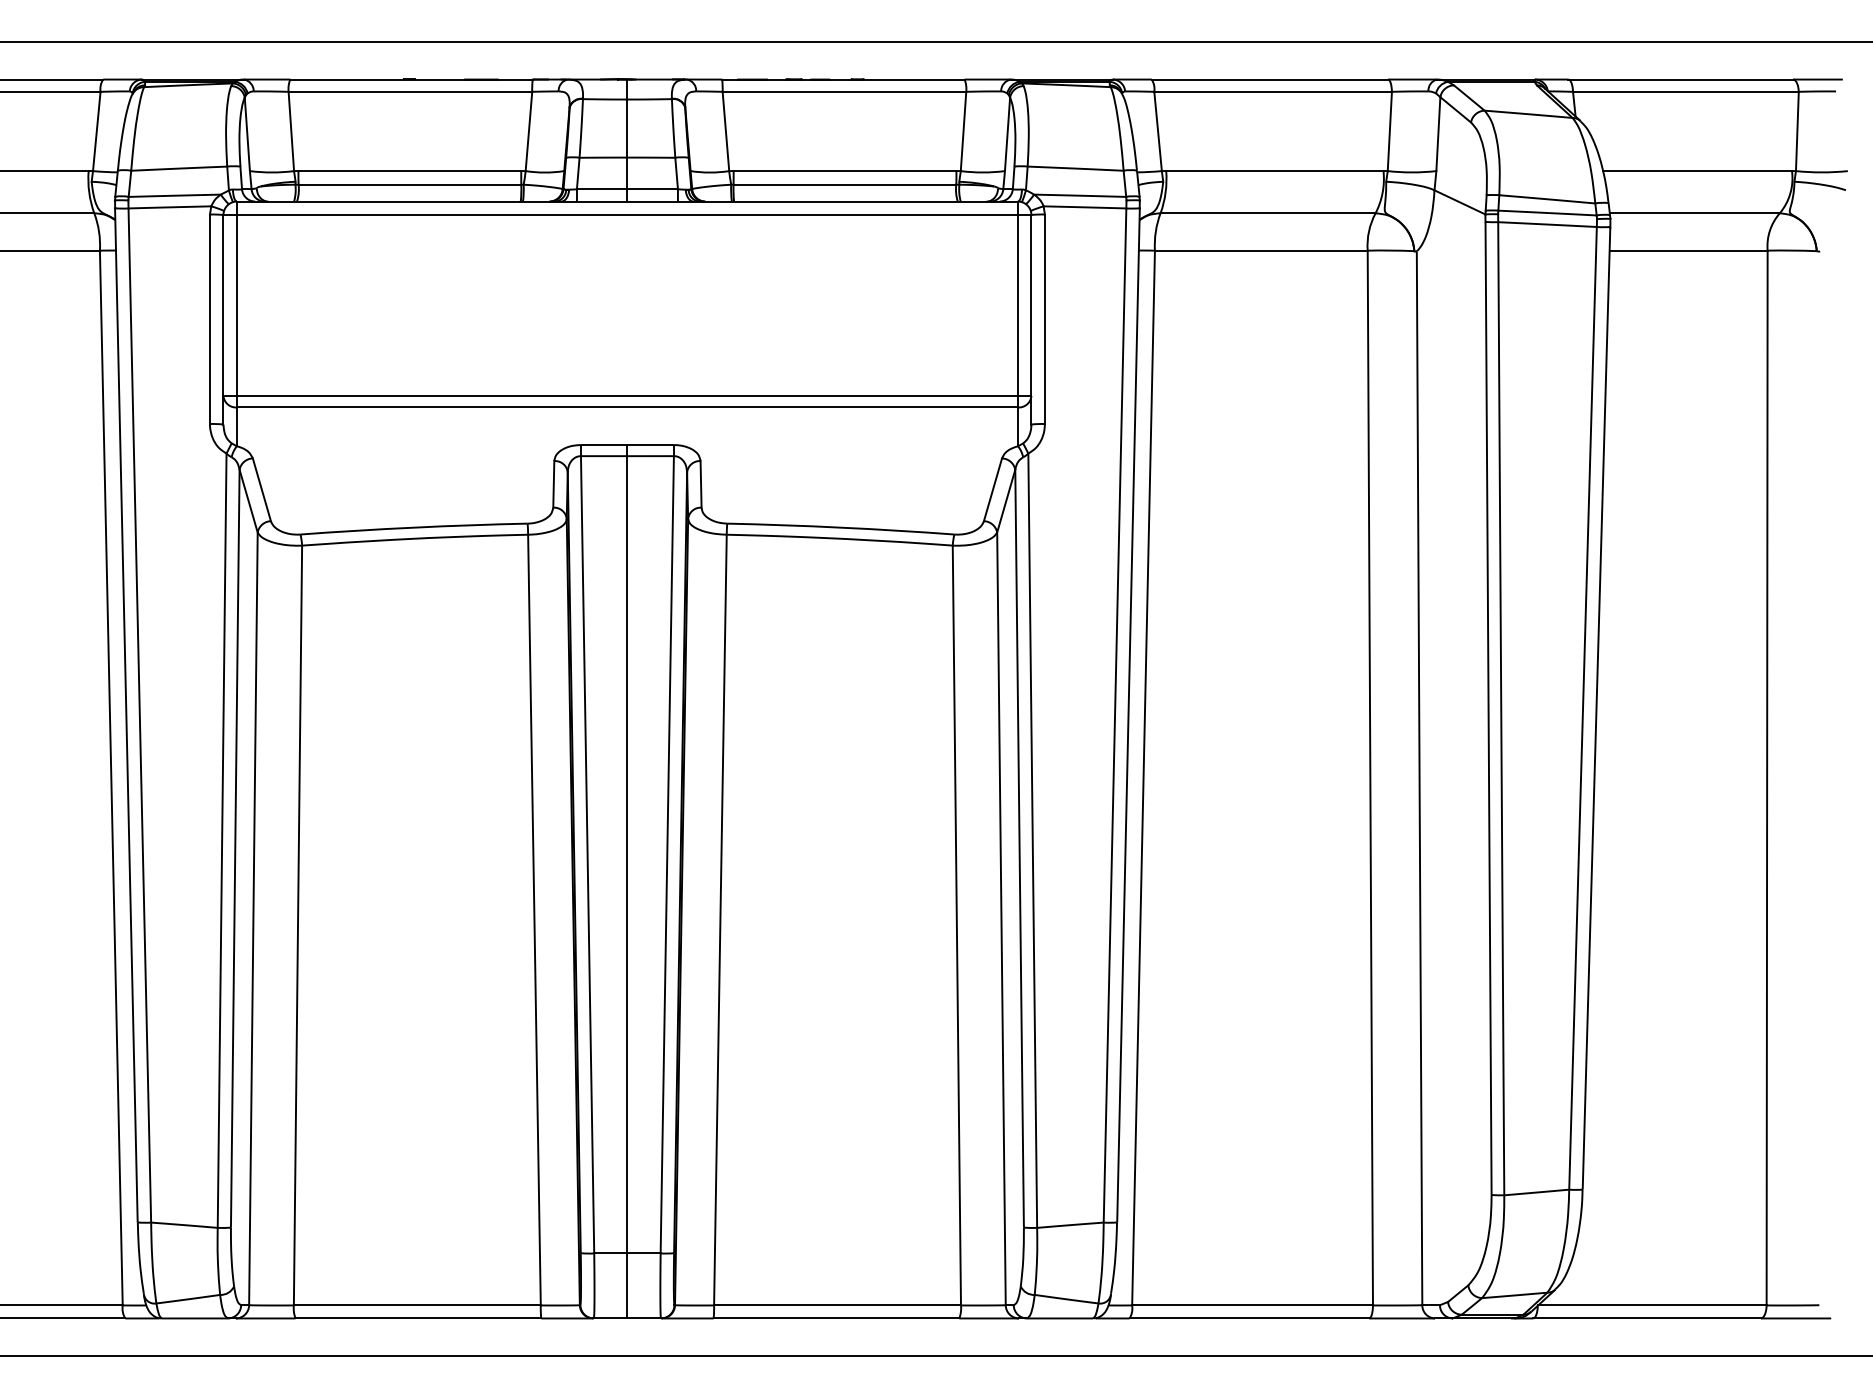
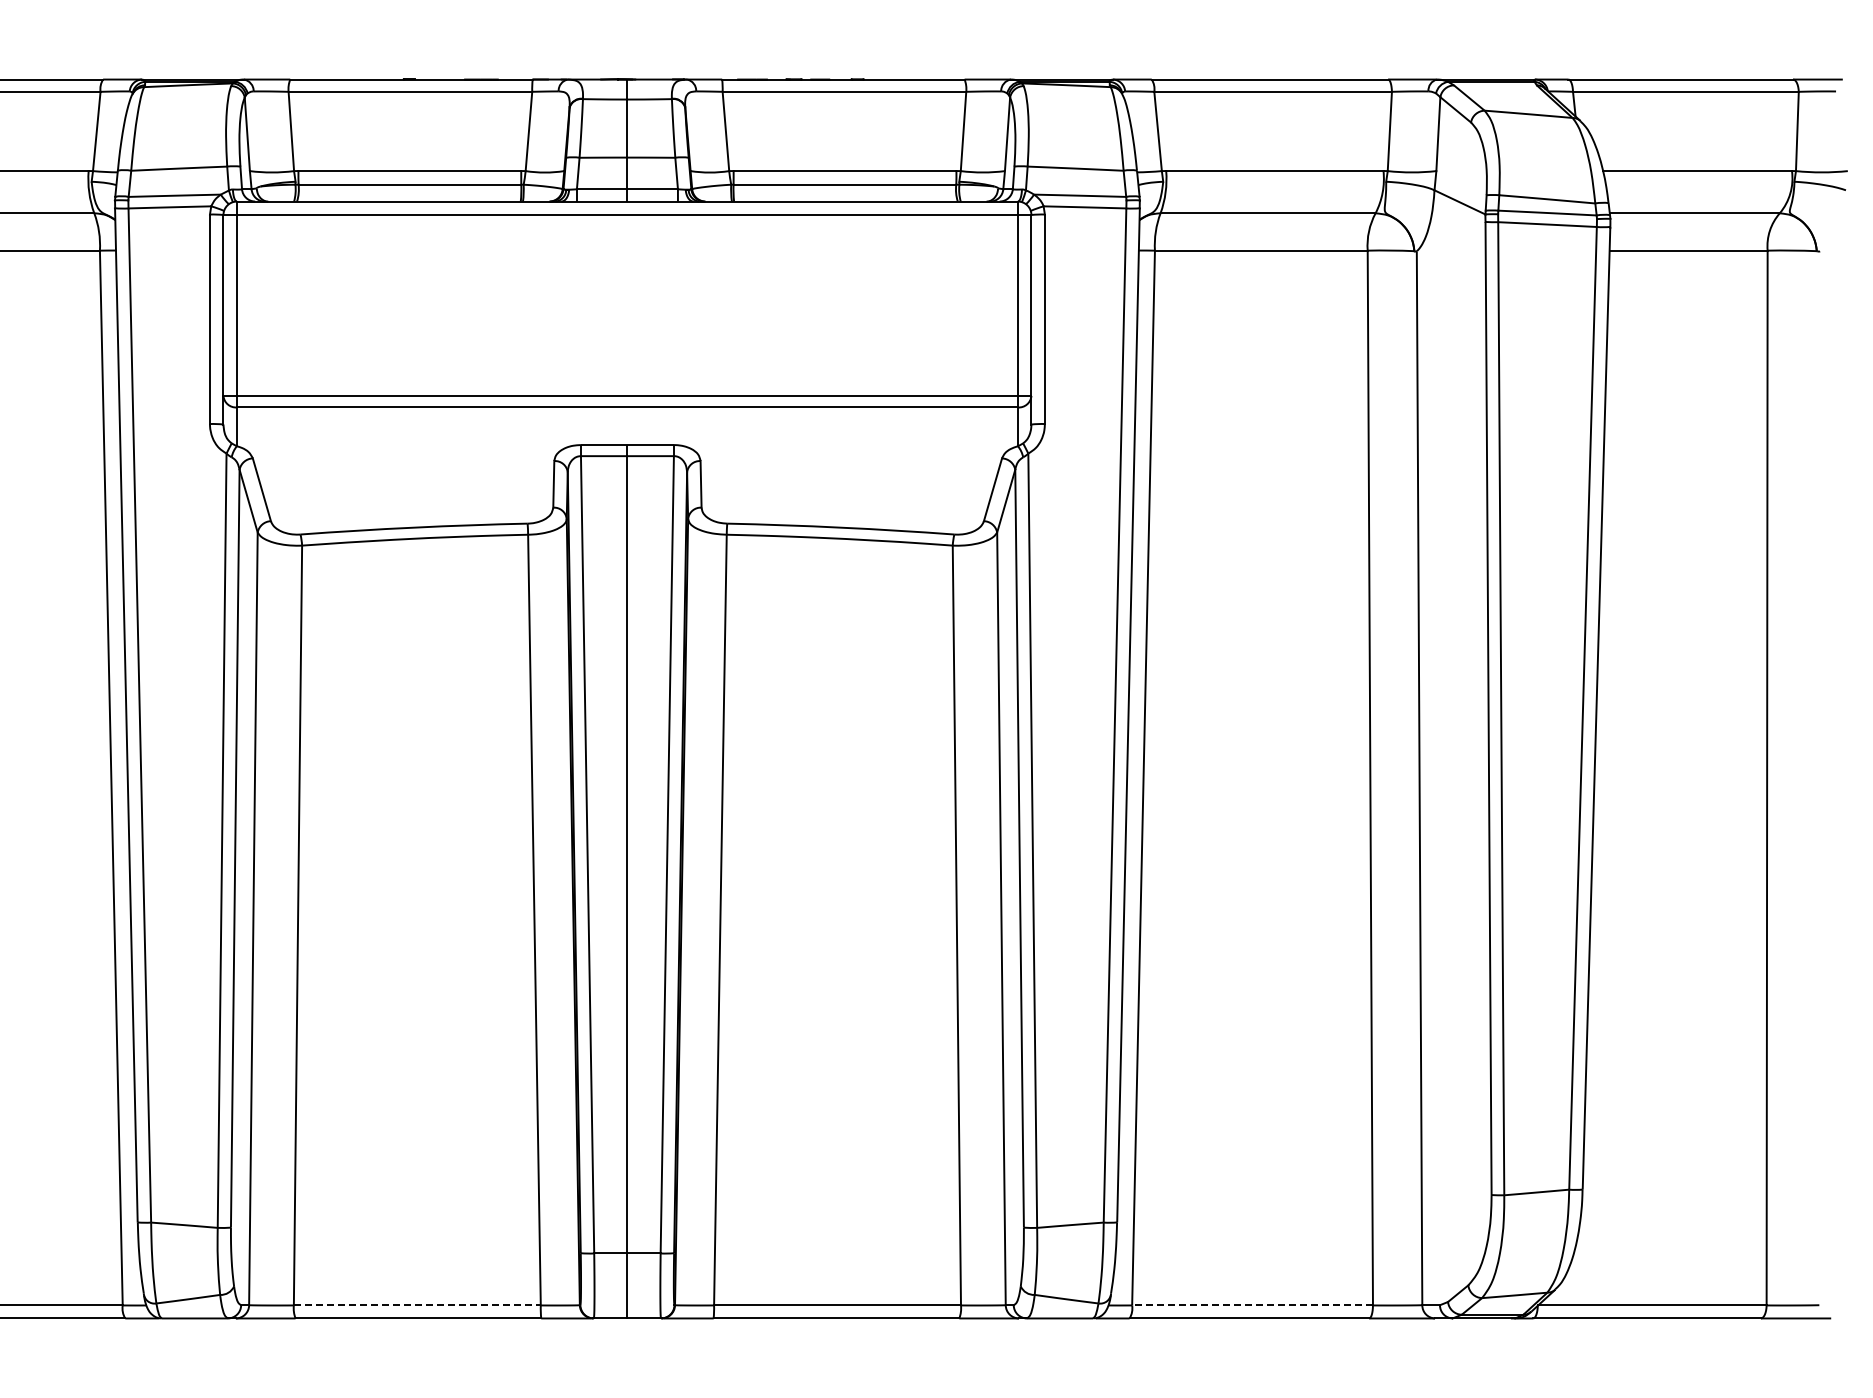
line at (935, 41): present -> none
line at (417, 1305): solid -> dashed
line at (1252, 1305): solid -> dashed
line at (935, 1356): present -> none
